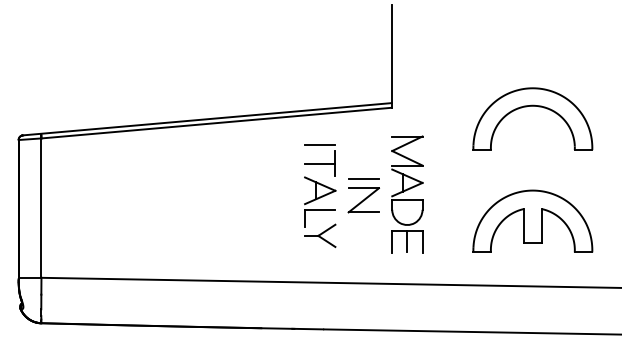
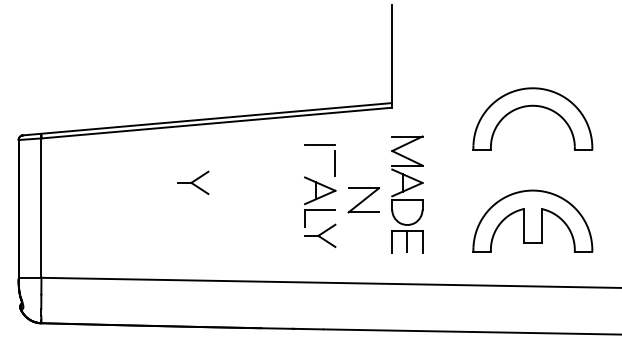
line at (320, 163): present -> none
line at (363, 179): present -> none
part at (193, 182): none -> present
